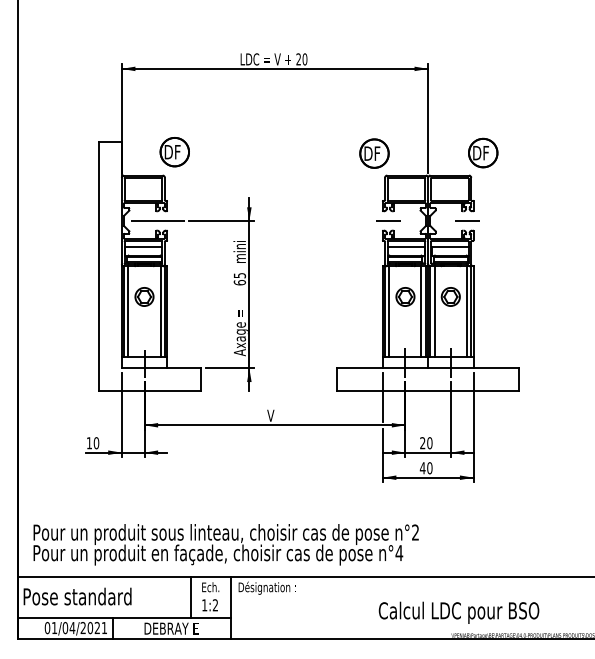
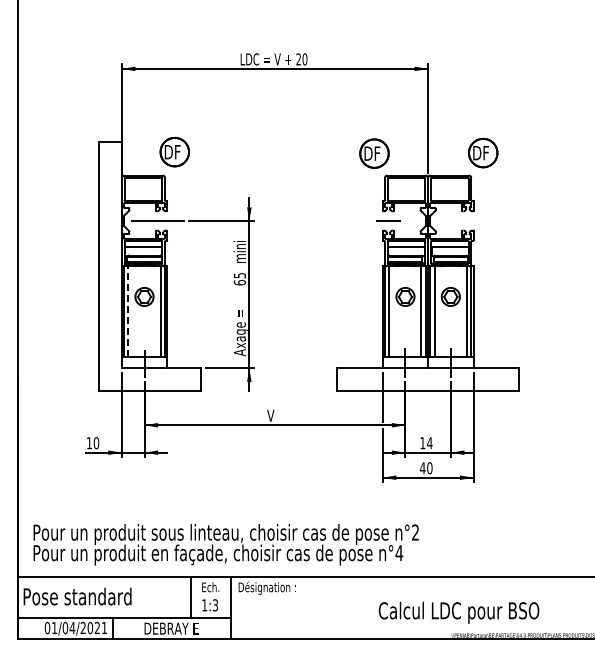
line at (467, 220): present -> none
line at (128, 311): solid -> dashed
text at (426, 443): 20 -> 14
text at (215, 605): 1:2 -> 1:3
